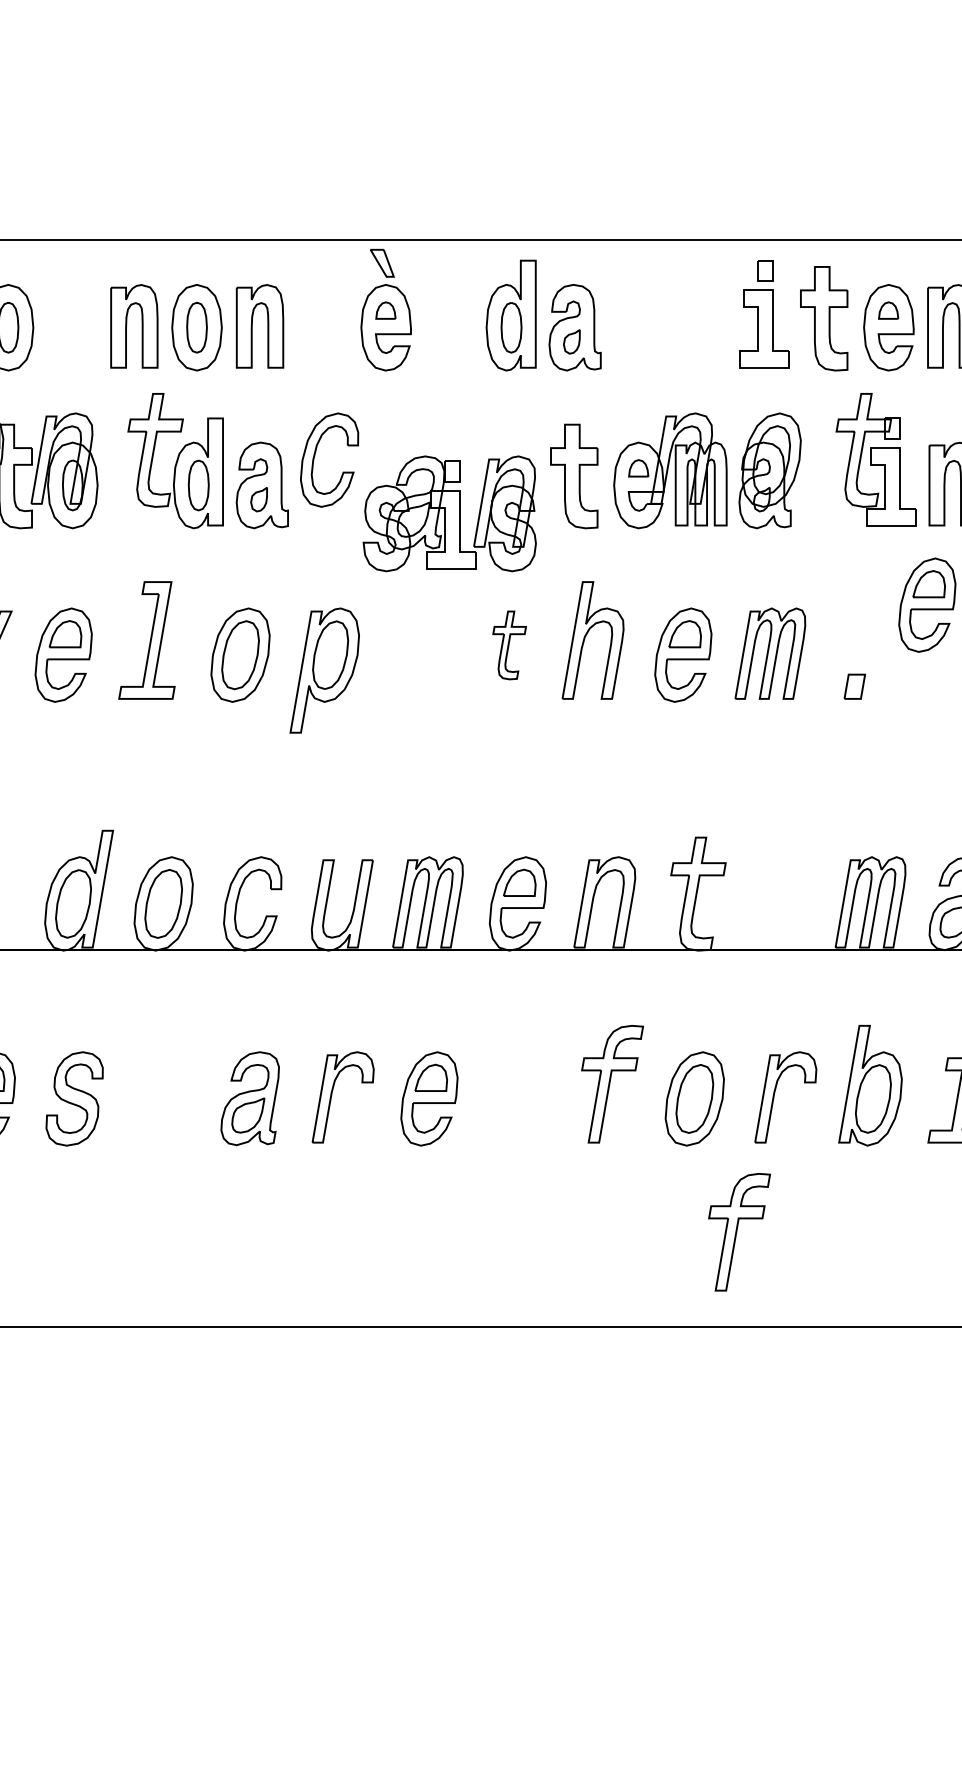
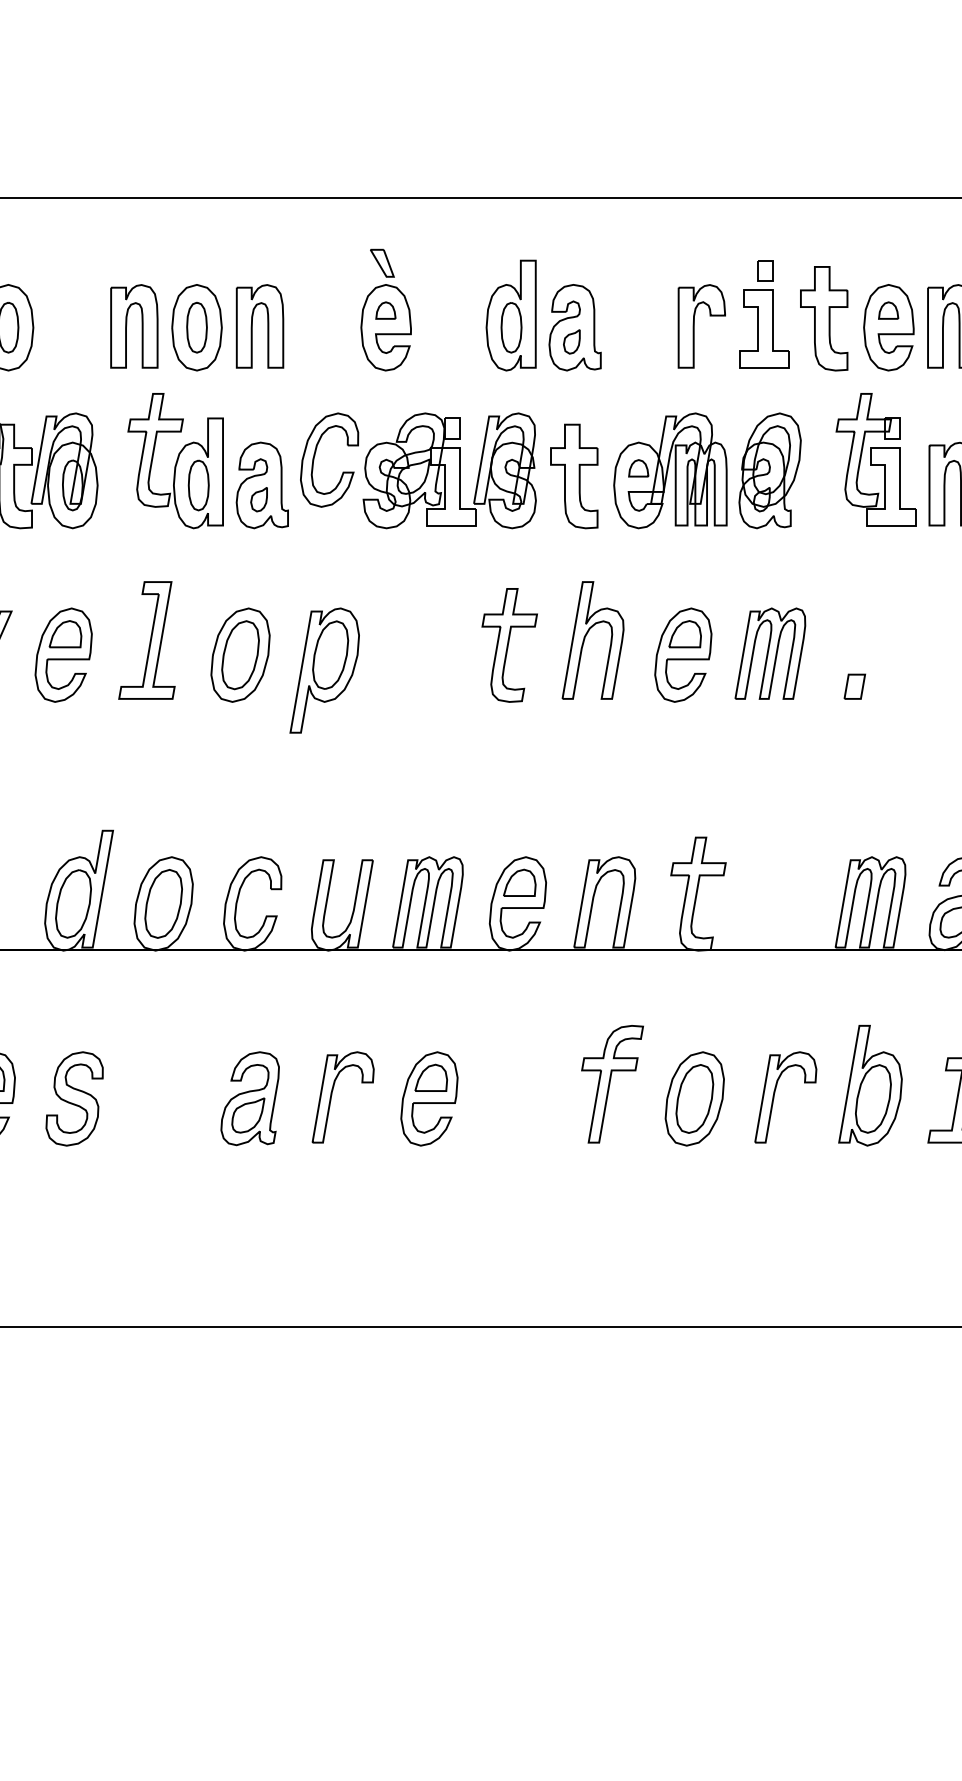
line at (480, 239) position: (480, 239) -> (480, 197)
part at (694, 326): none -> present
part at (449, 513) position: (449, 513) -> (449, 470)
part at (927, 604): present -> none
part at (509, 645) size: 35x71 px -> 57x115 px
part at (739, 1232): present -> none
